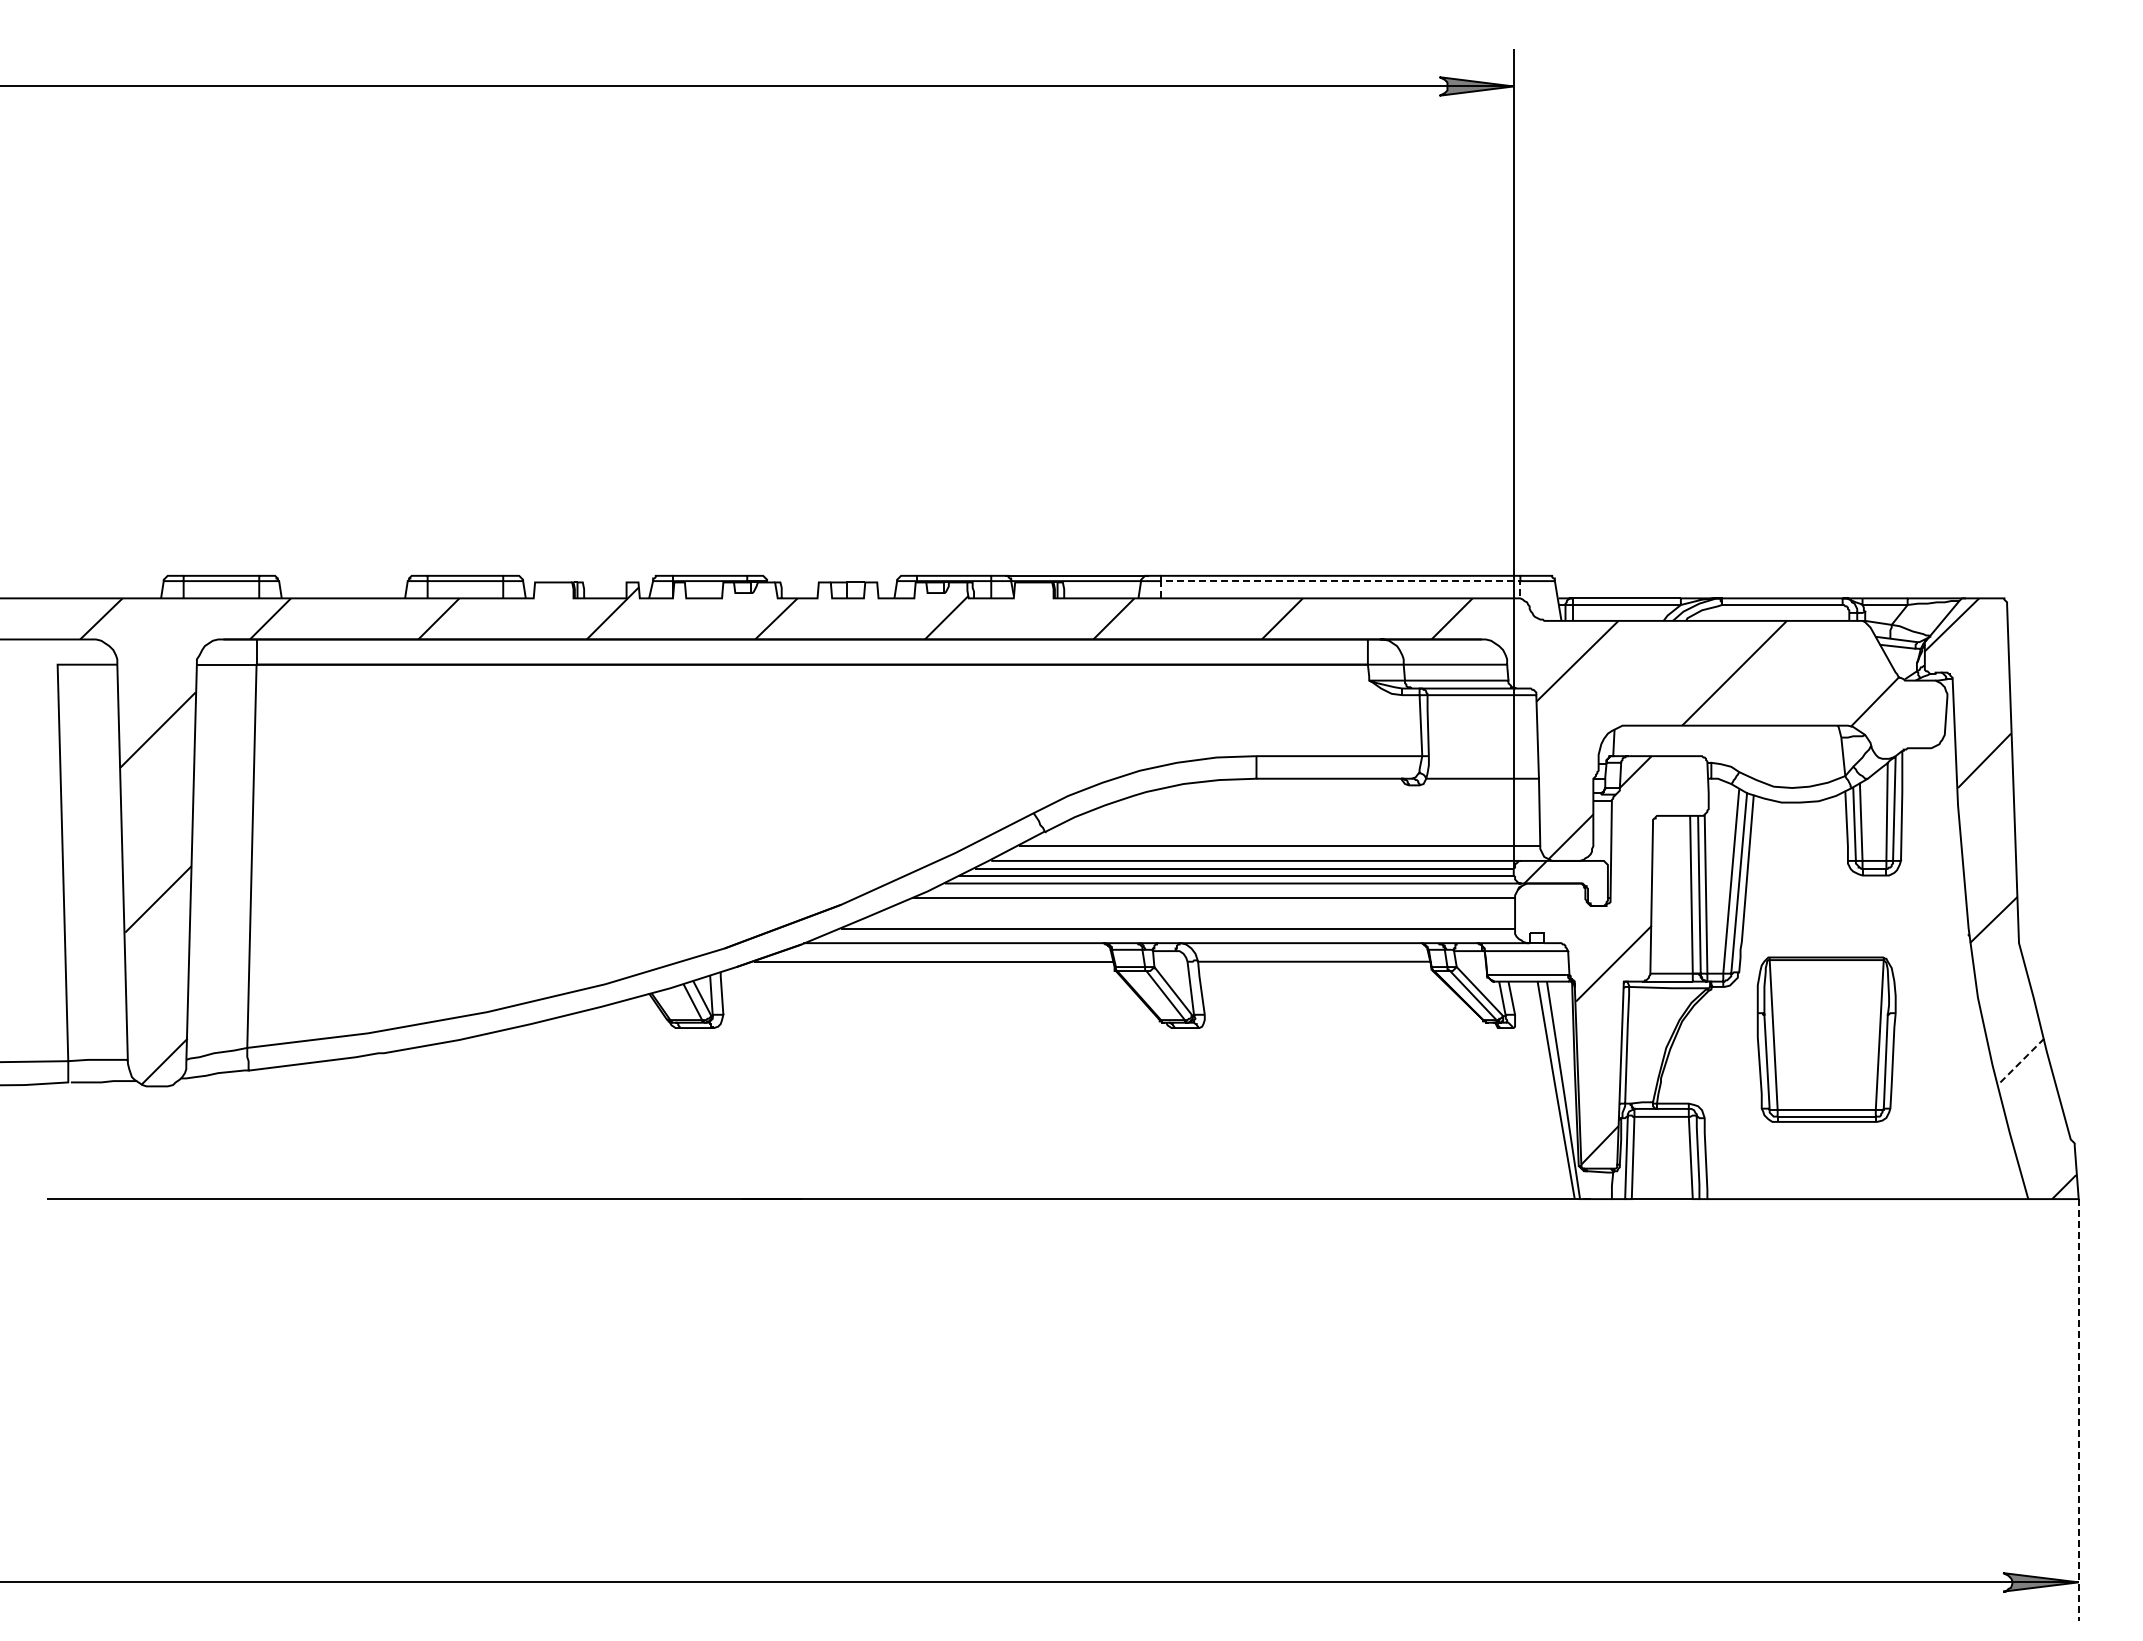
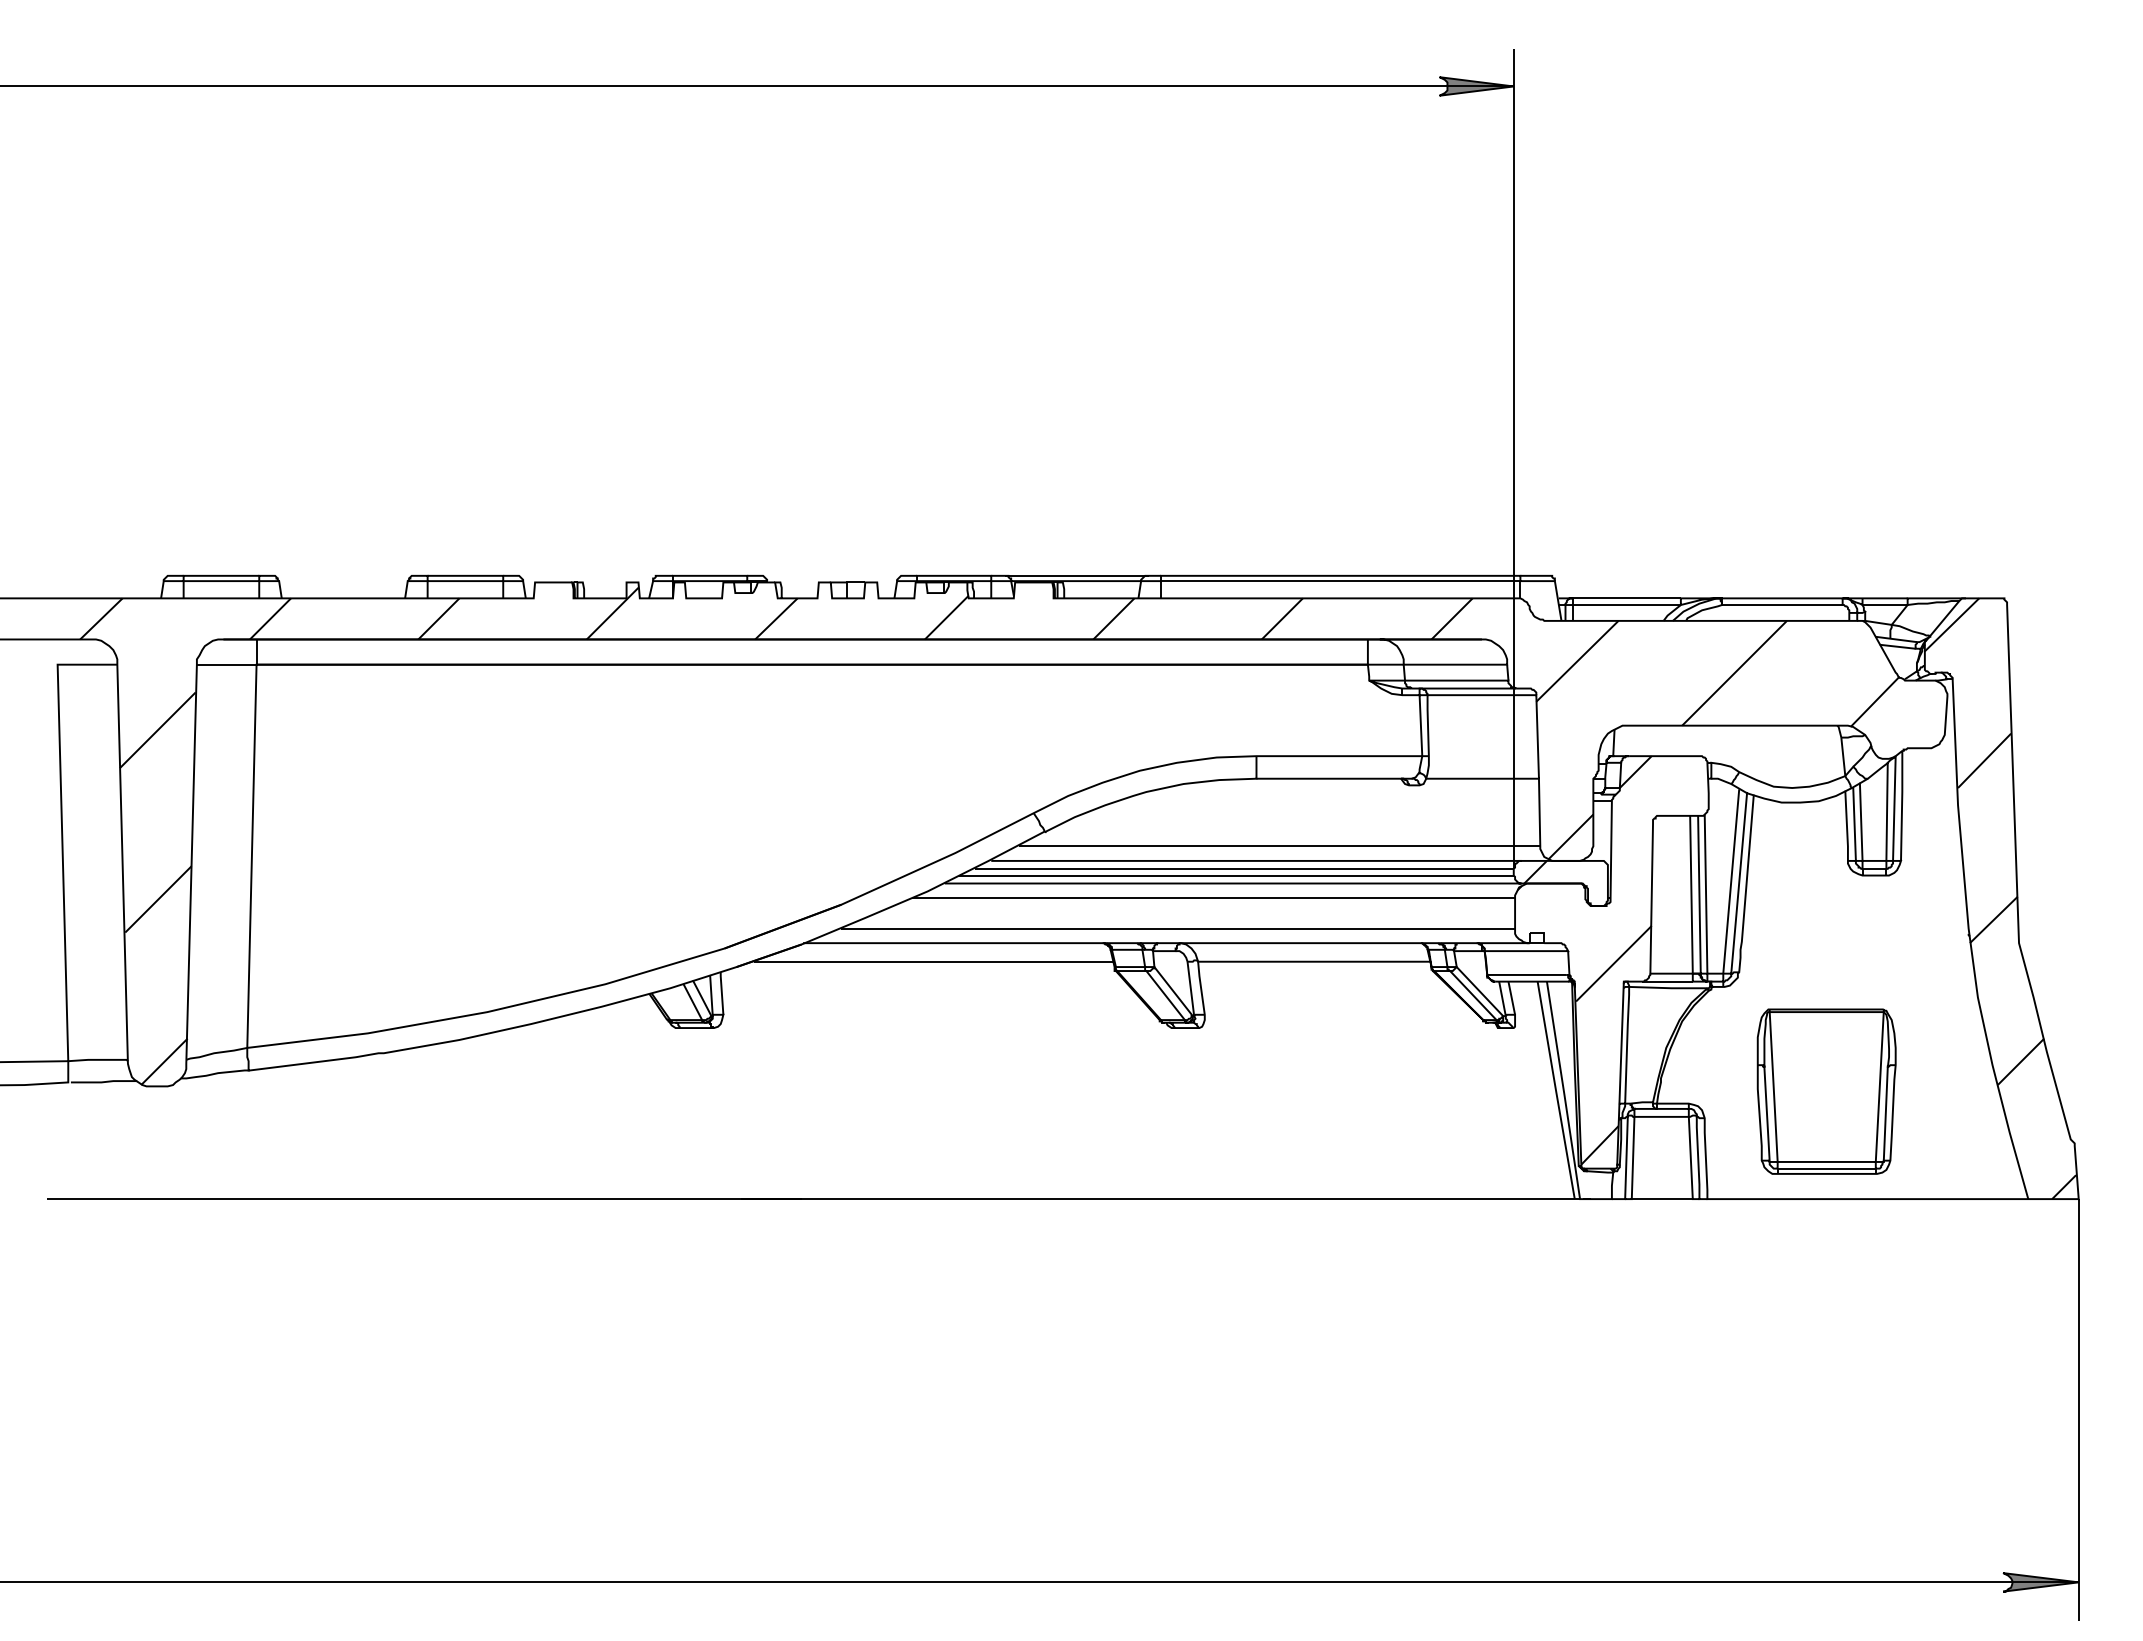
line at (1340, 581): dashed -> solid
part at (1826, 1039) position: (1826, 1039) -> (1826, 1091)
line at (2021, 1061): dashed -> solid
line at (2078, 1409): dashed -> solid
